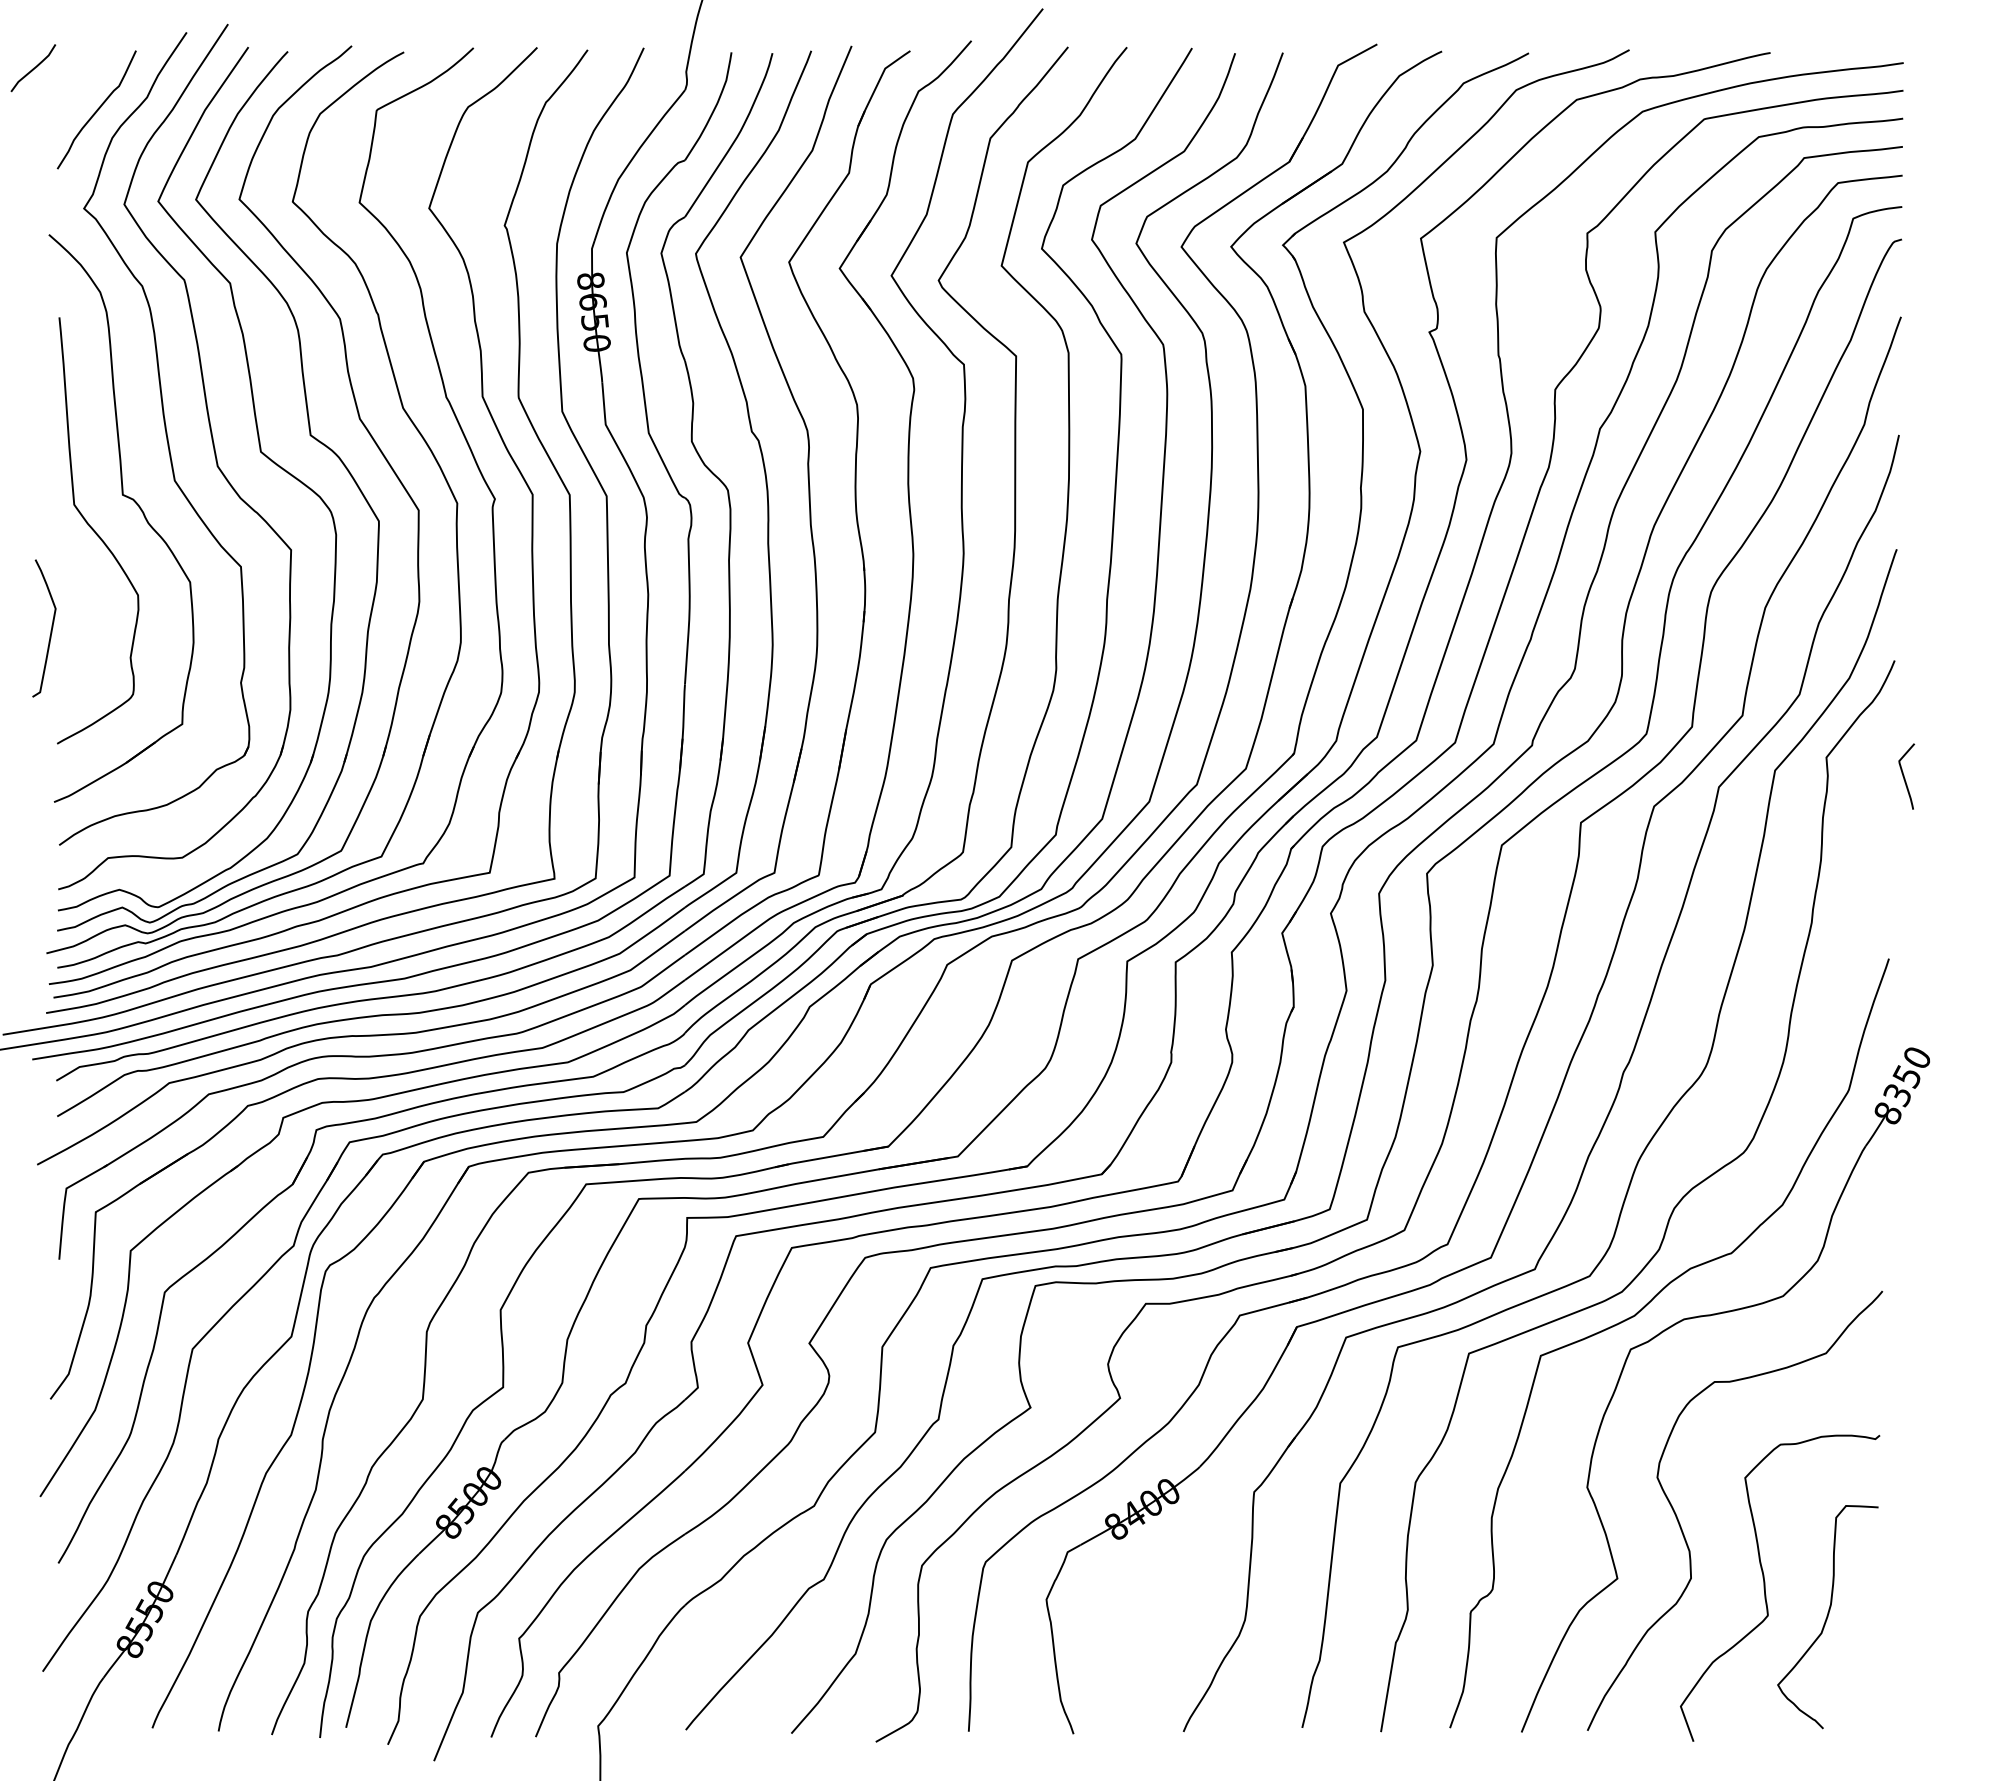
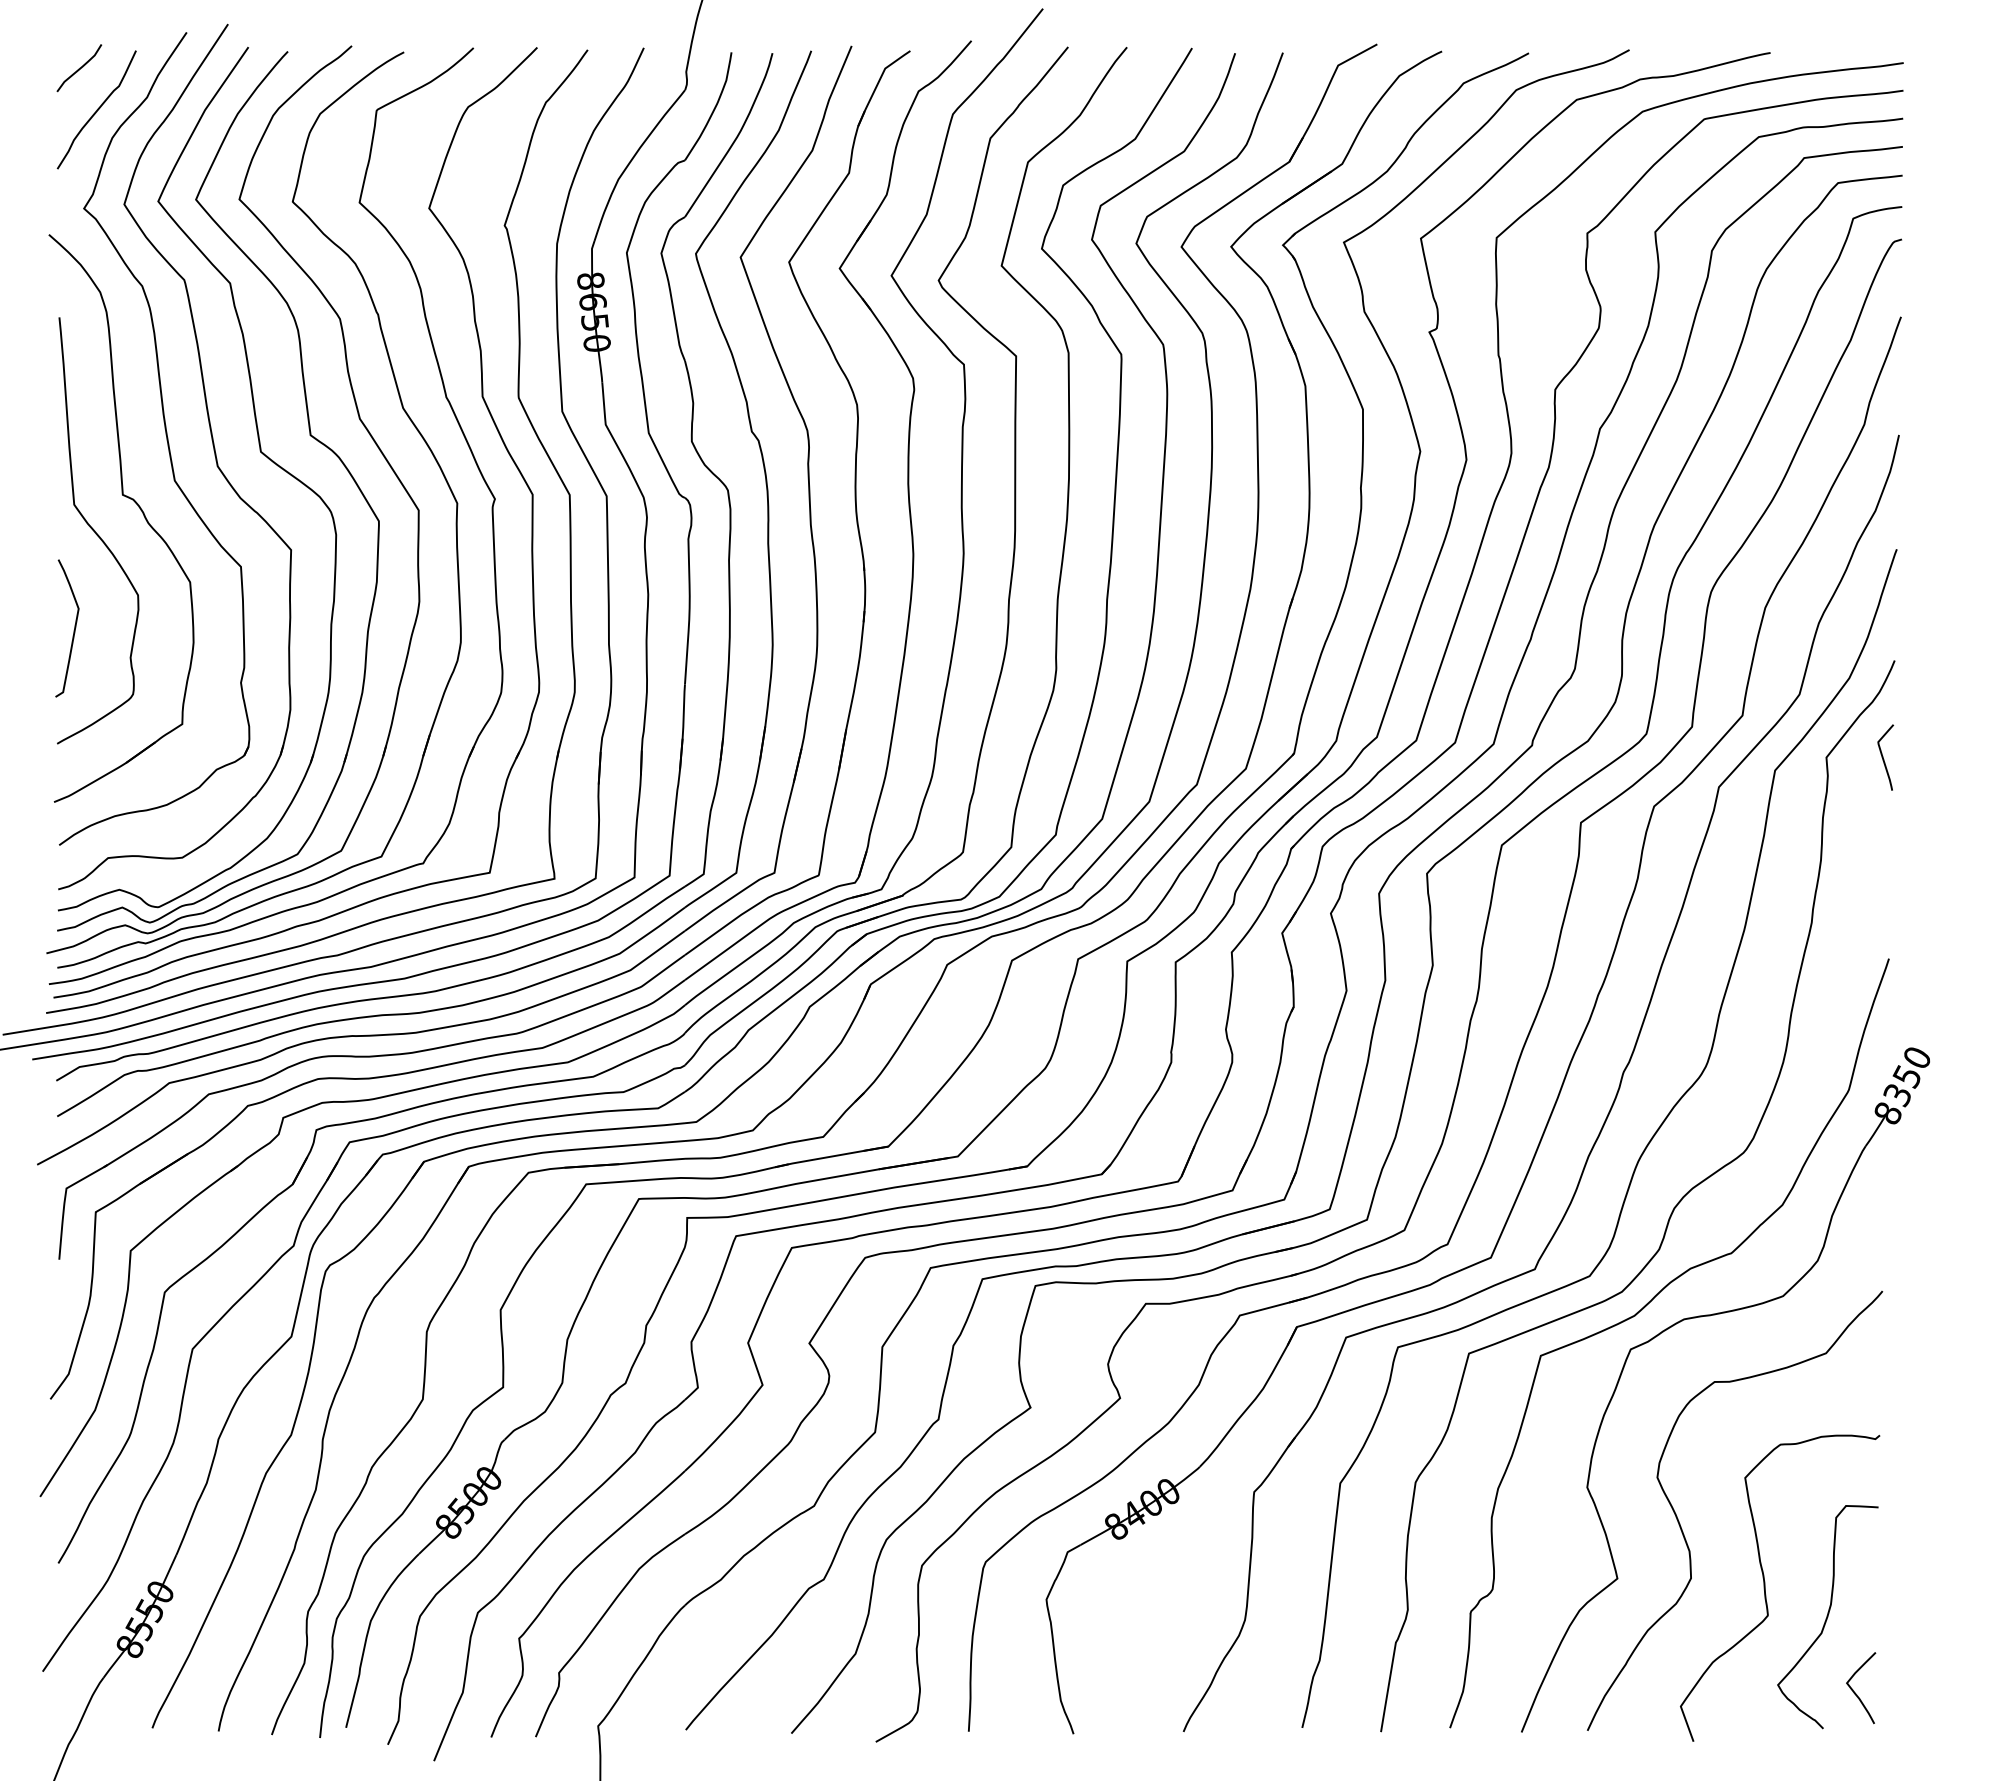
curve at (33, 68) position: (33, 68) -> (79, 68)
curve at (50, 630) position: (50, 630) -> (73, 630)
curve at (1904, 776) position: (1904, 776) -> (1883, 757)
curve at (1856, 1693): none -> present
